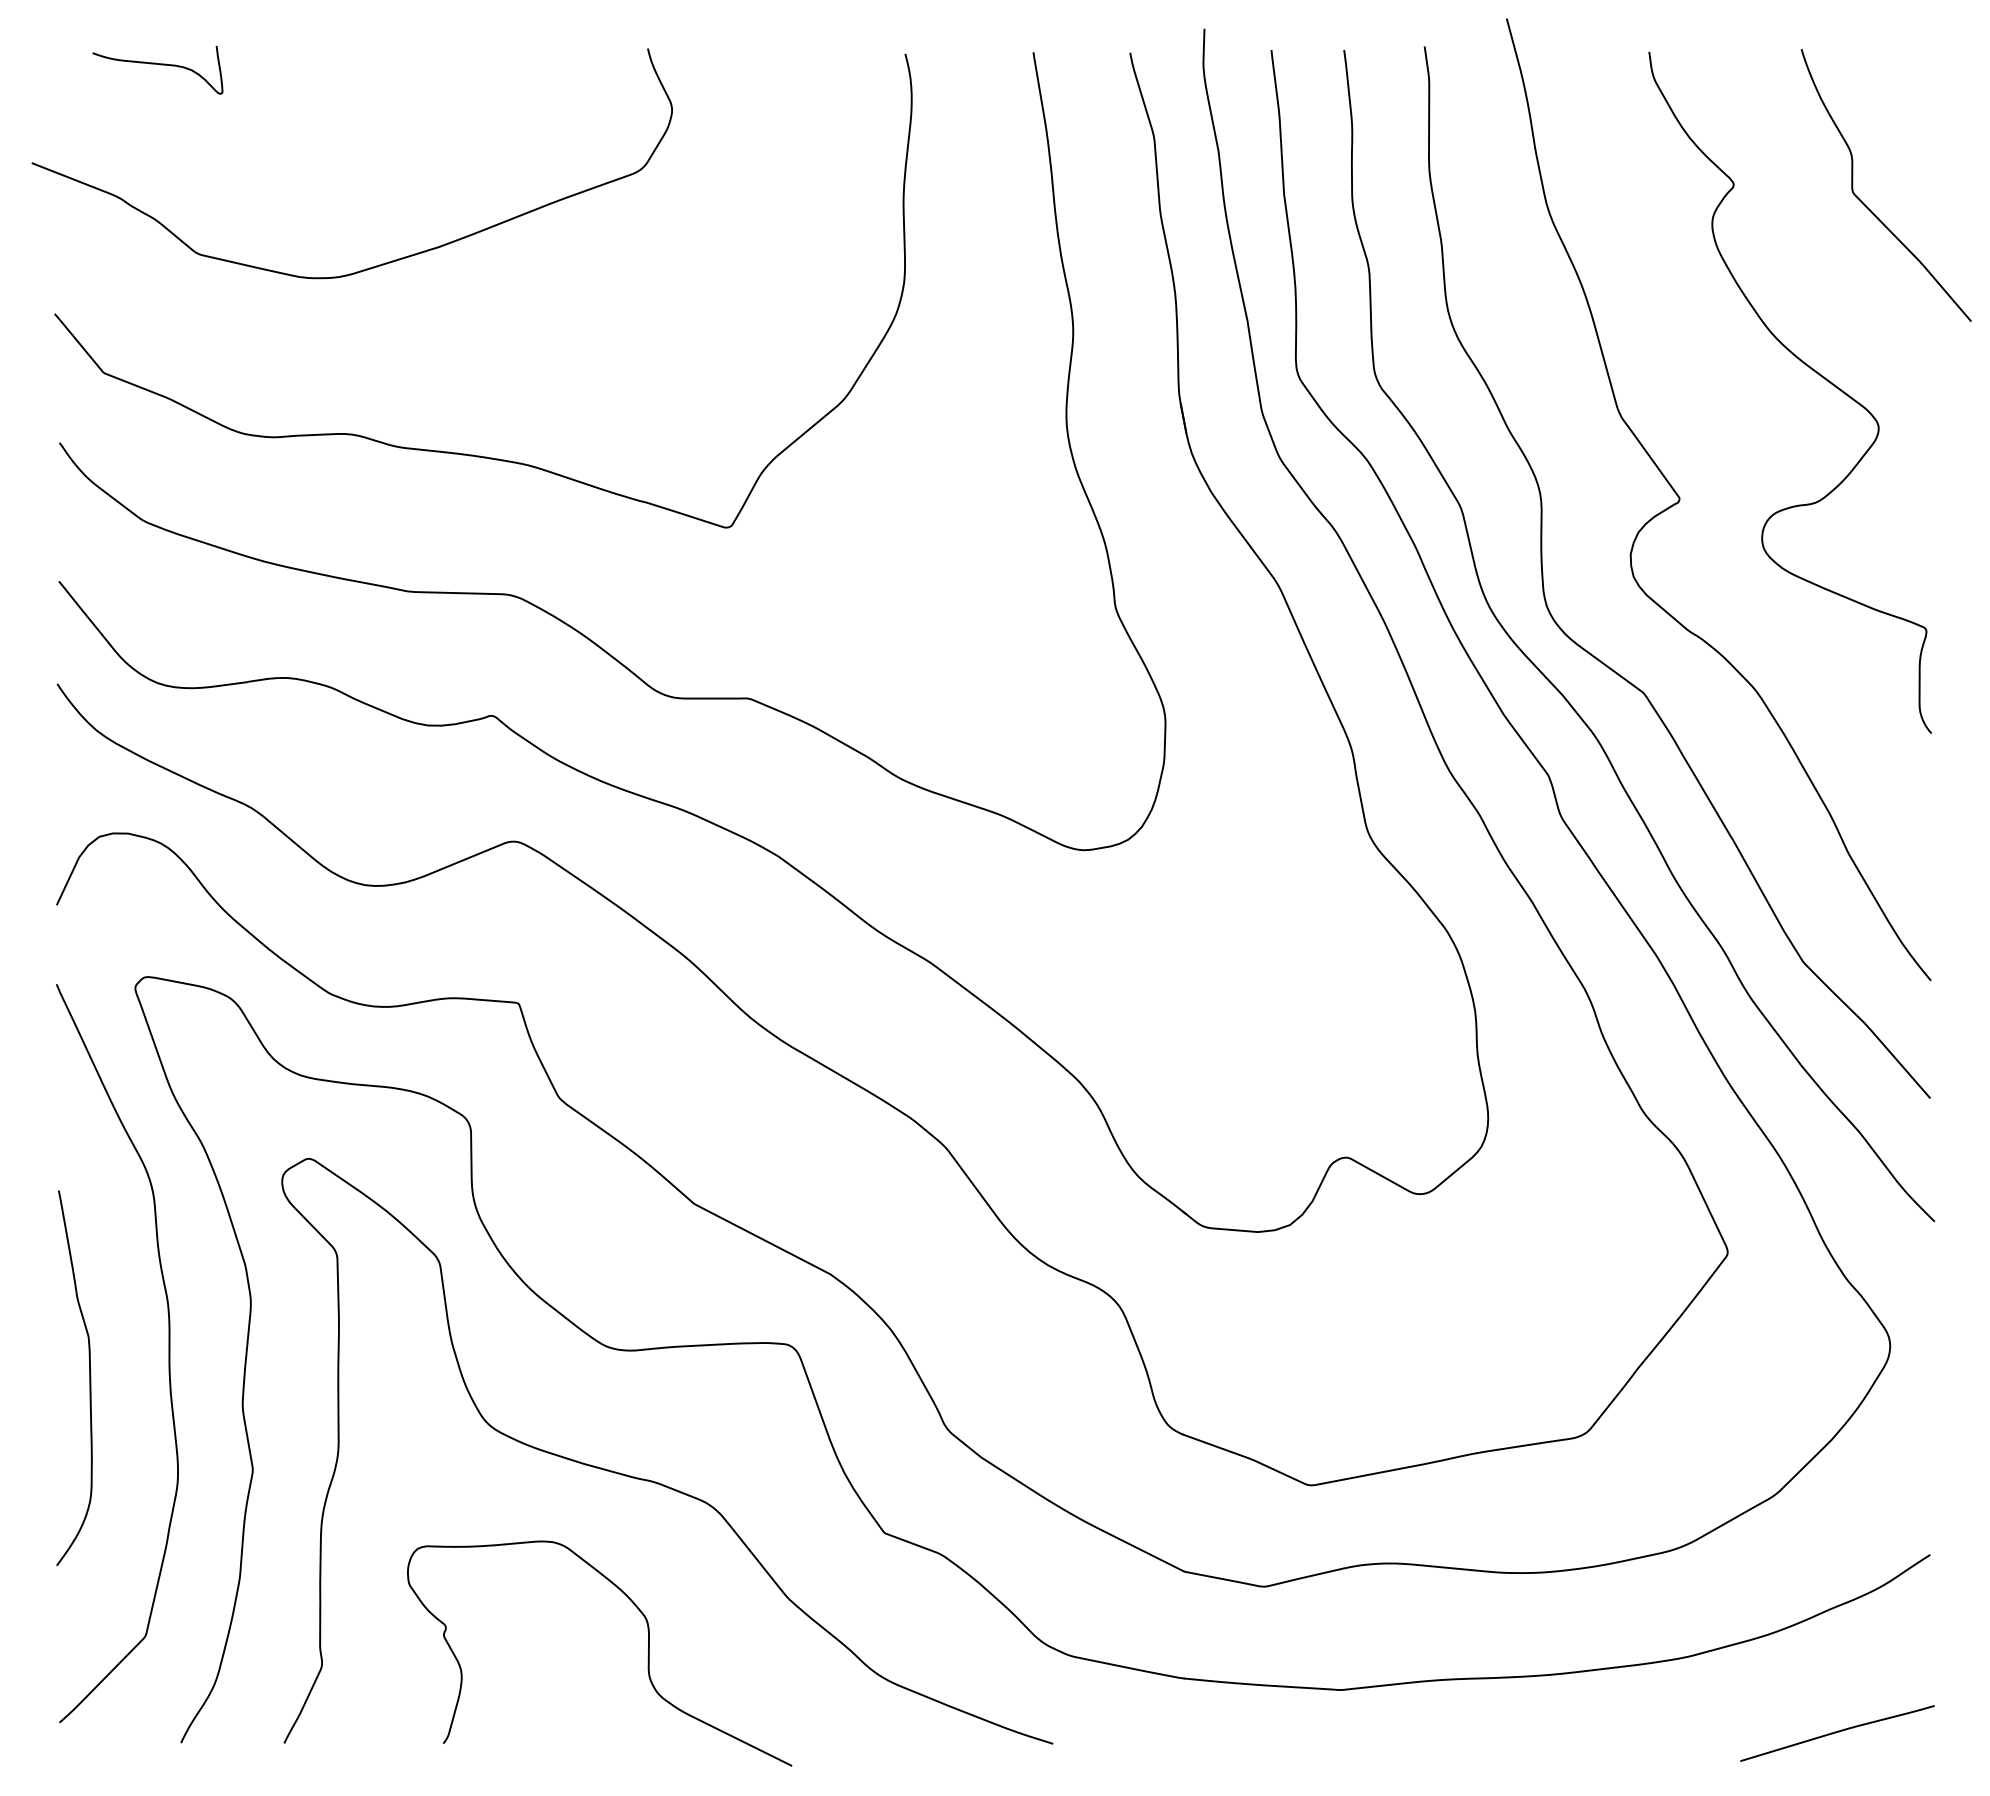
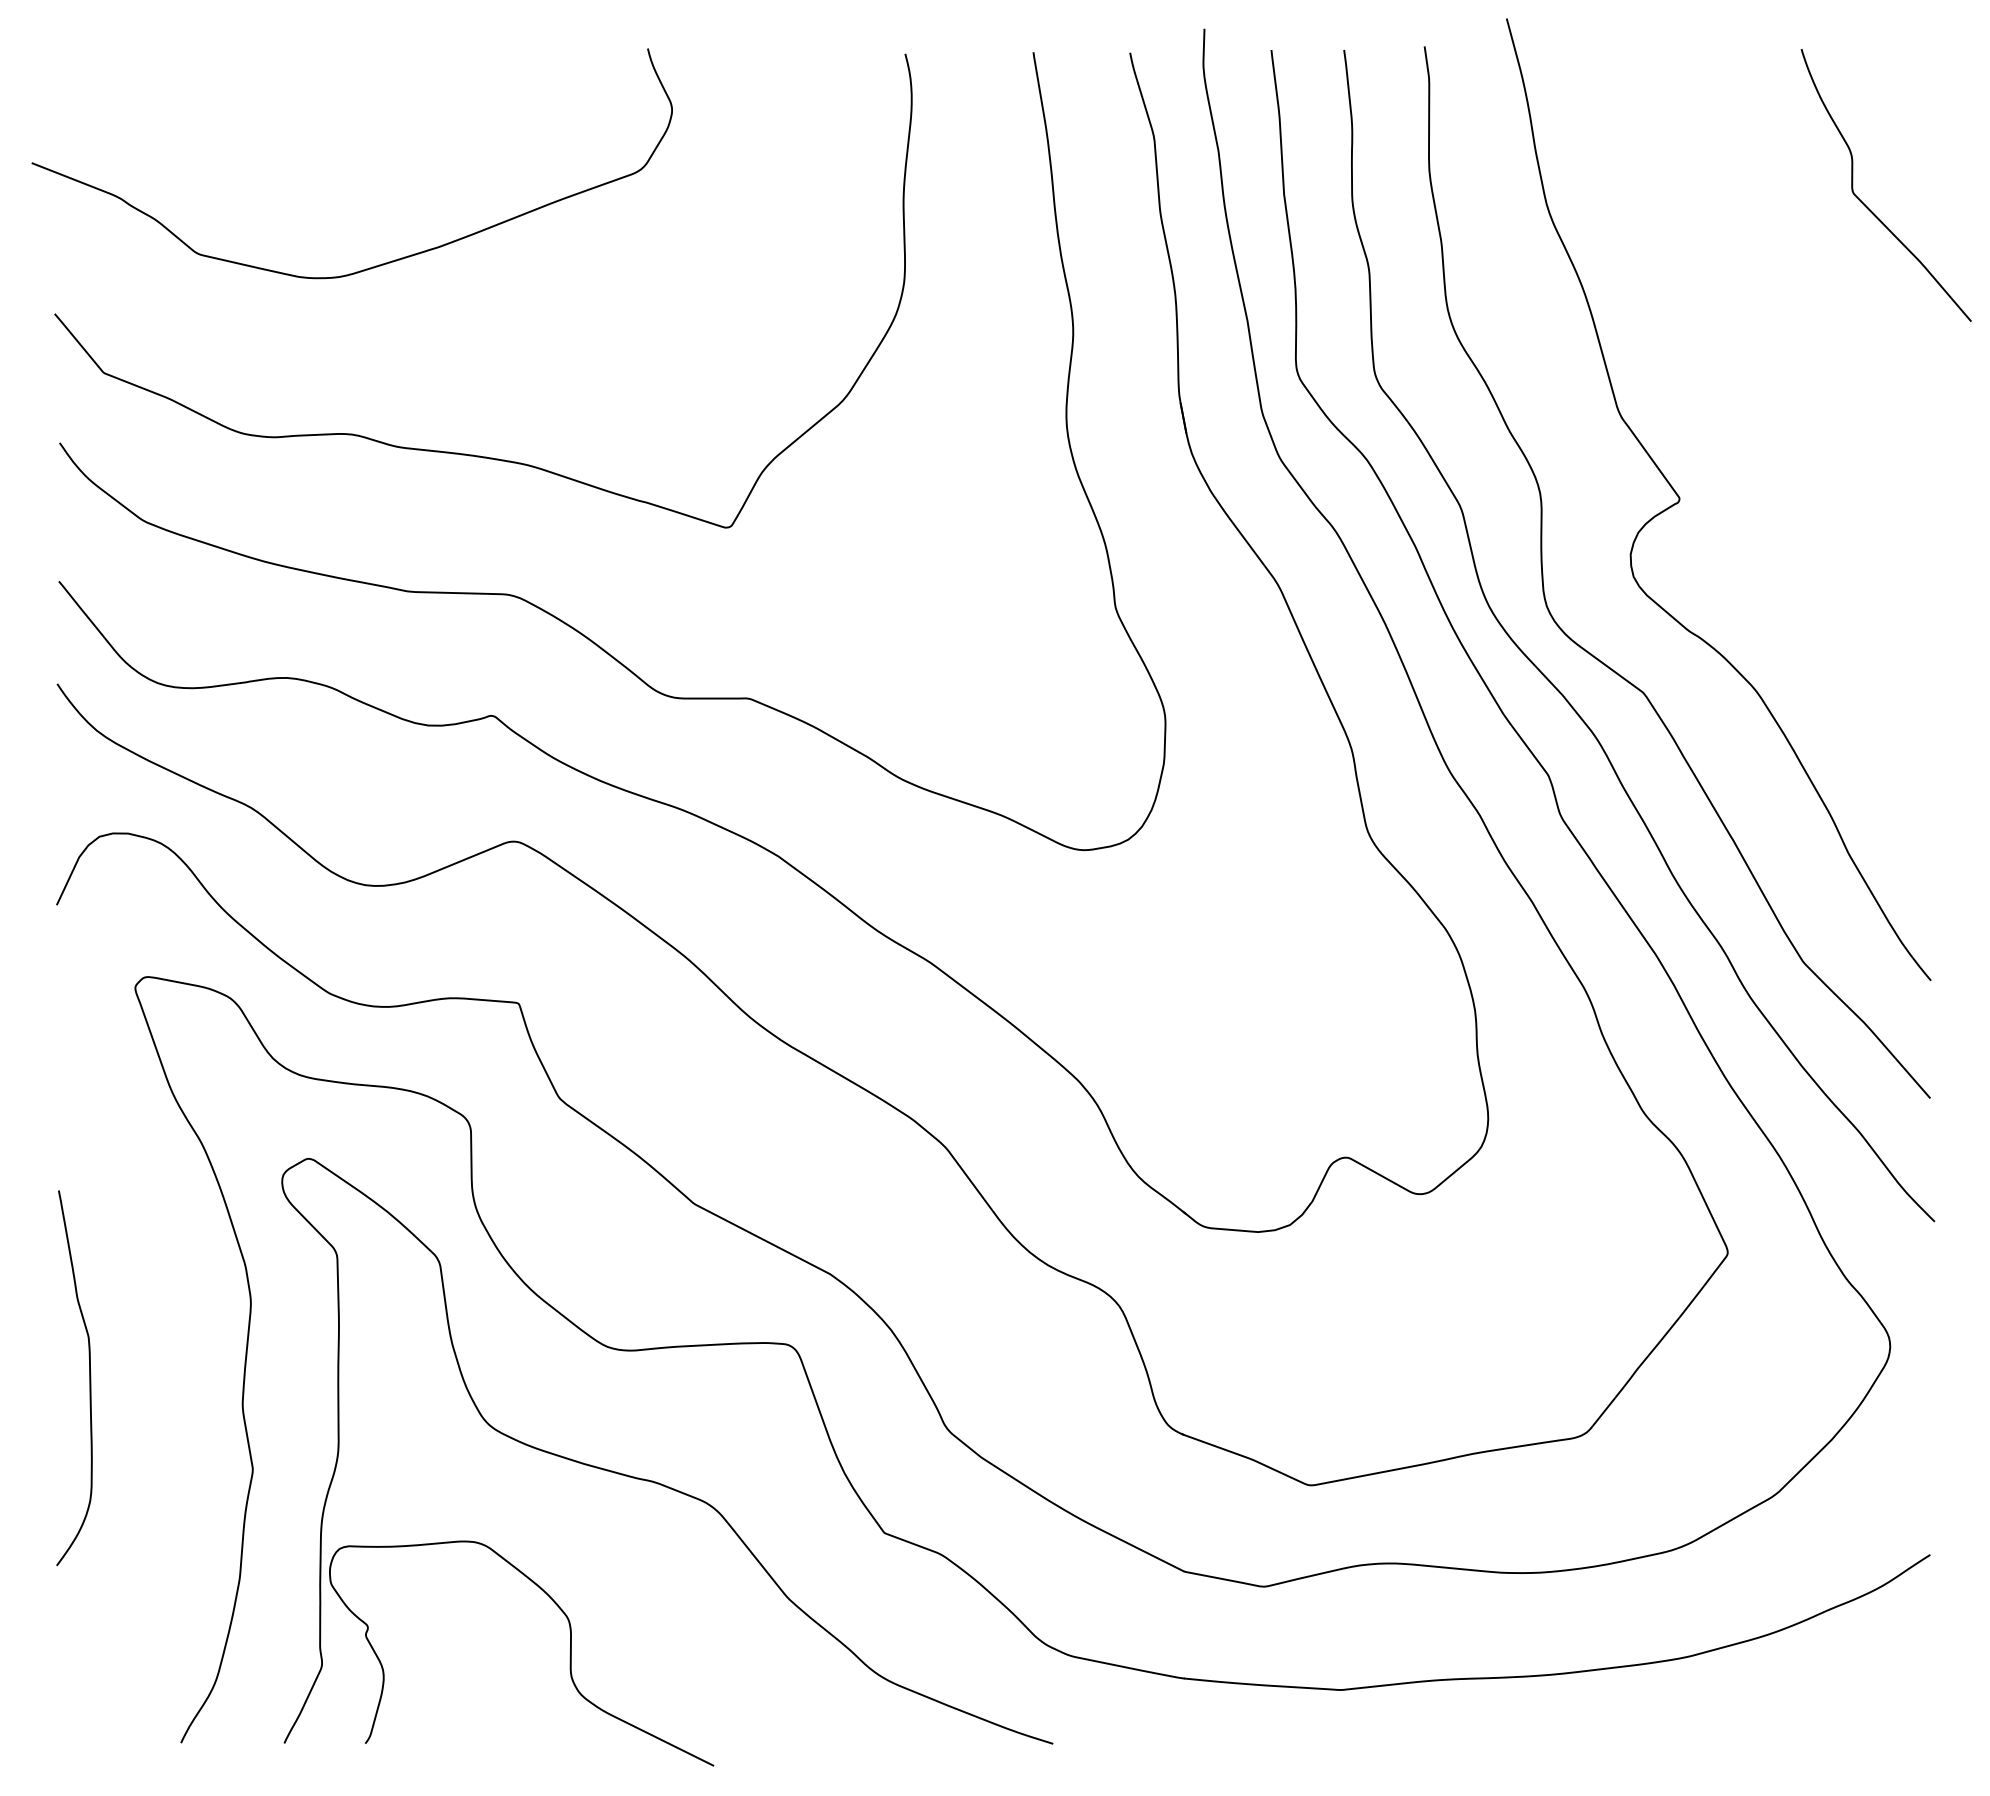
curve at (160, 65): present -> none
curve at (1809, 368): present -> none
curve at (168, 1353): present -> none
curve at (647, 1656) position: (647, 1656) -> (569, 1656)
curve at (1837, 1732): present -> none
